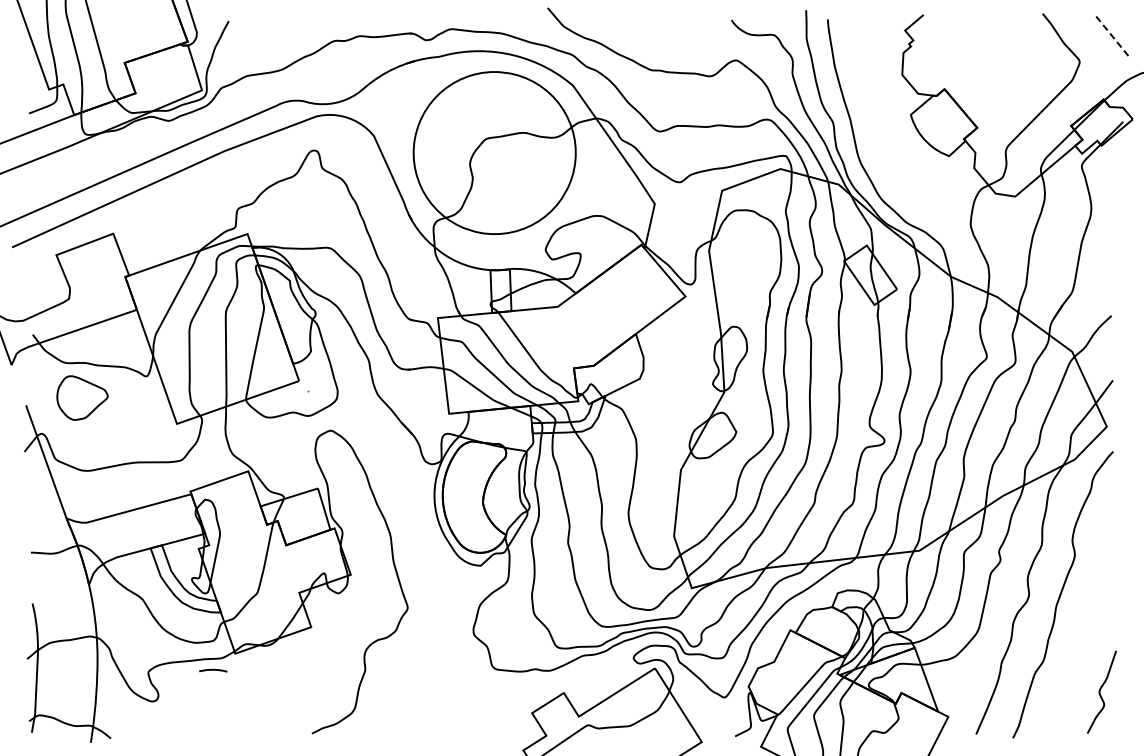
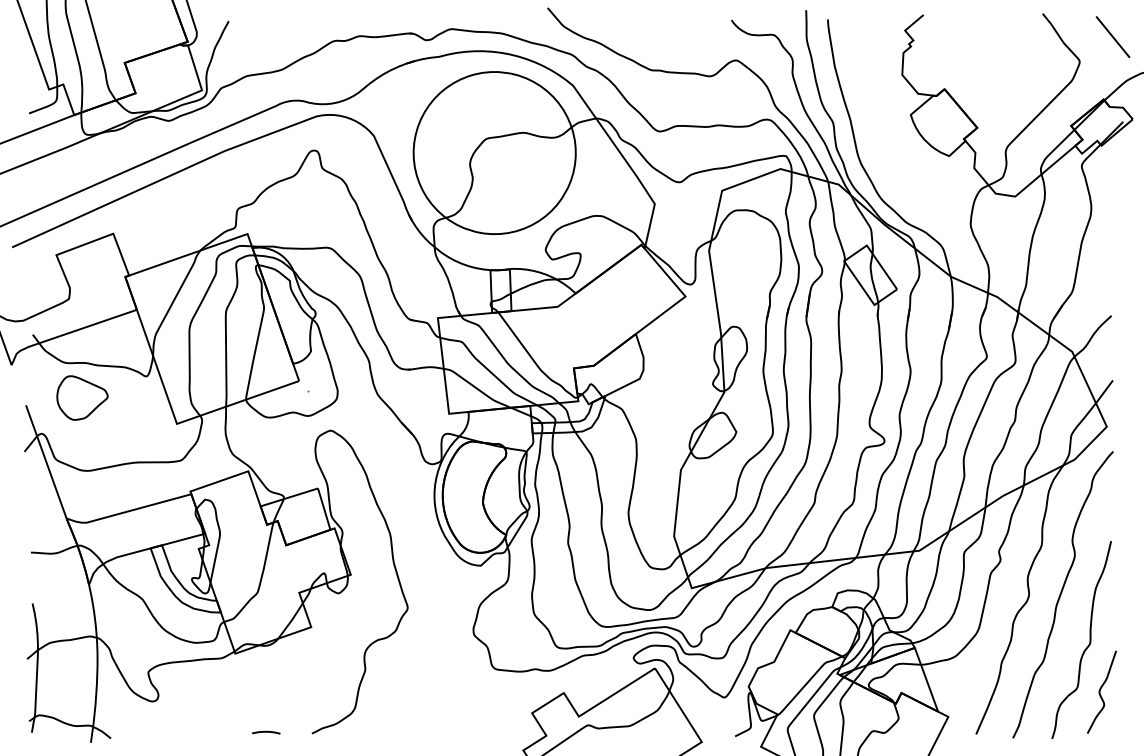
line at (1113, 37): dashed -> solid
curve at (1087, 645): none -> present
curve at (213, 670) position: (213, 670) -> (266, 732)
